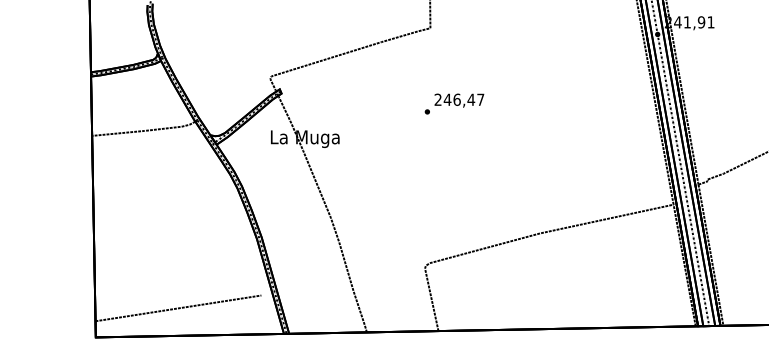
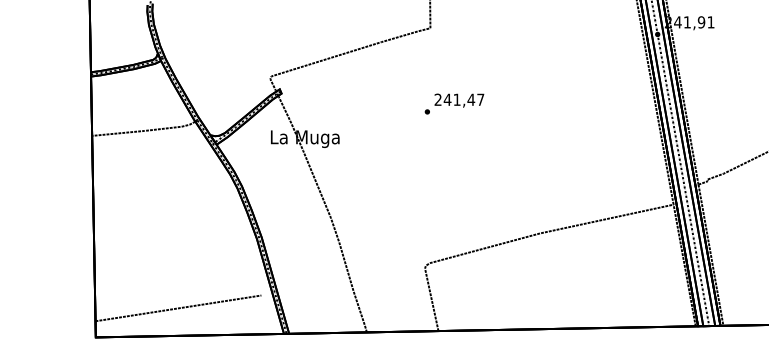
text at (456, 99): 246,47 -> 241,47
